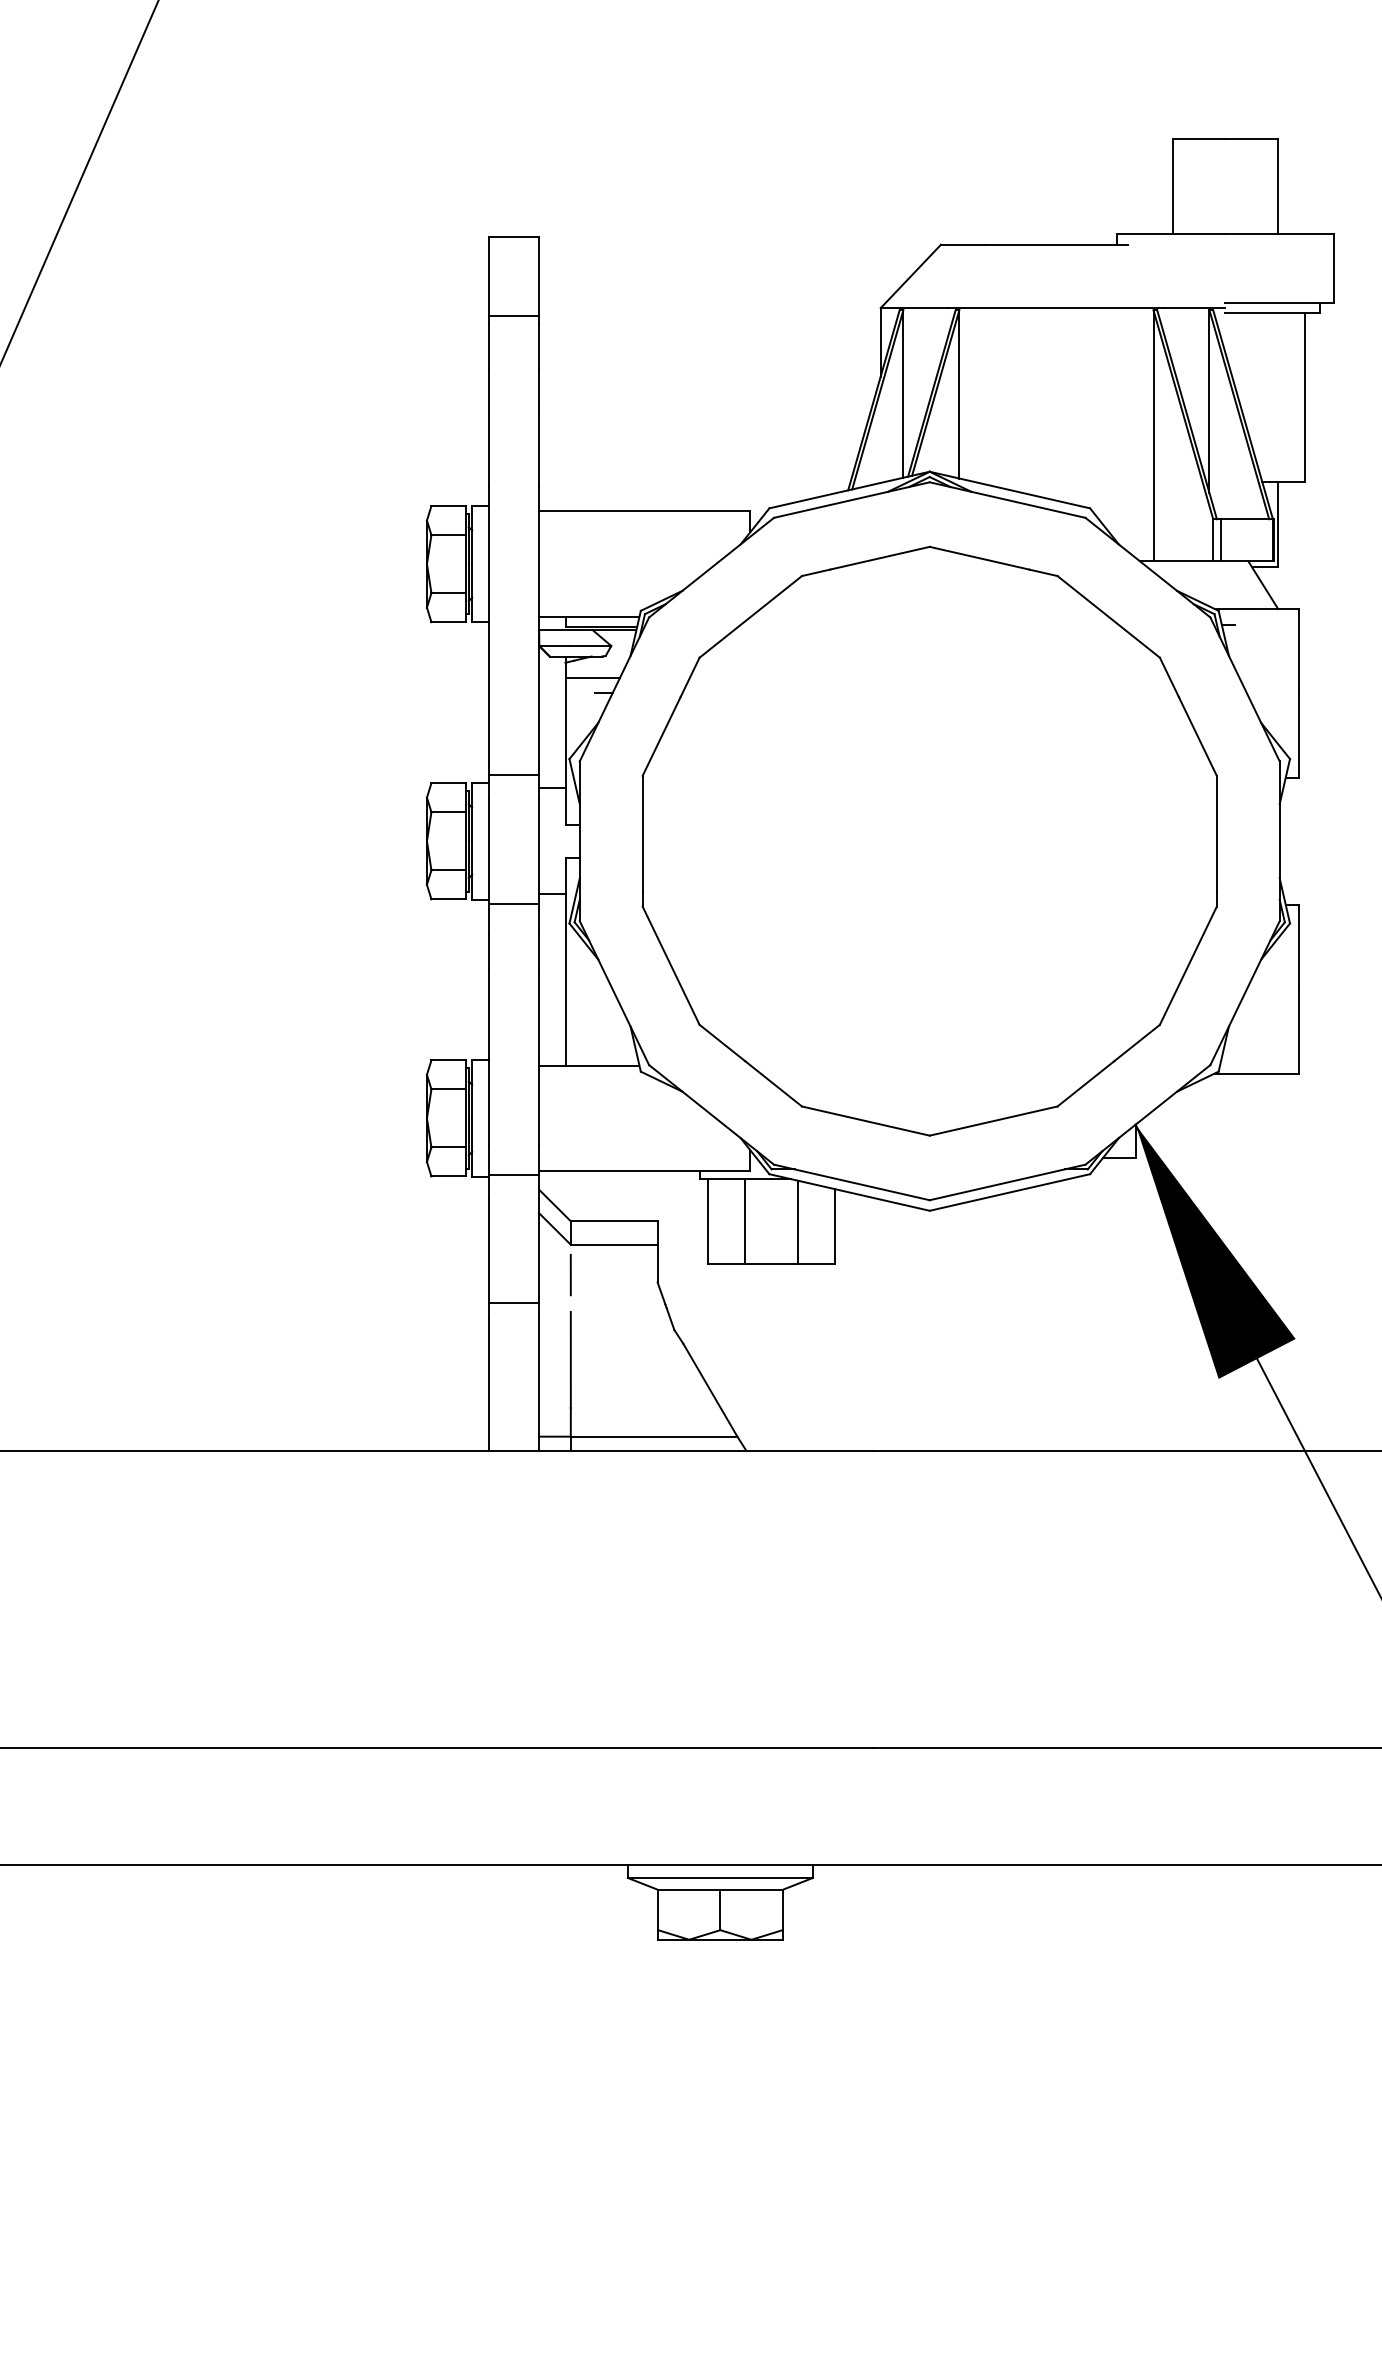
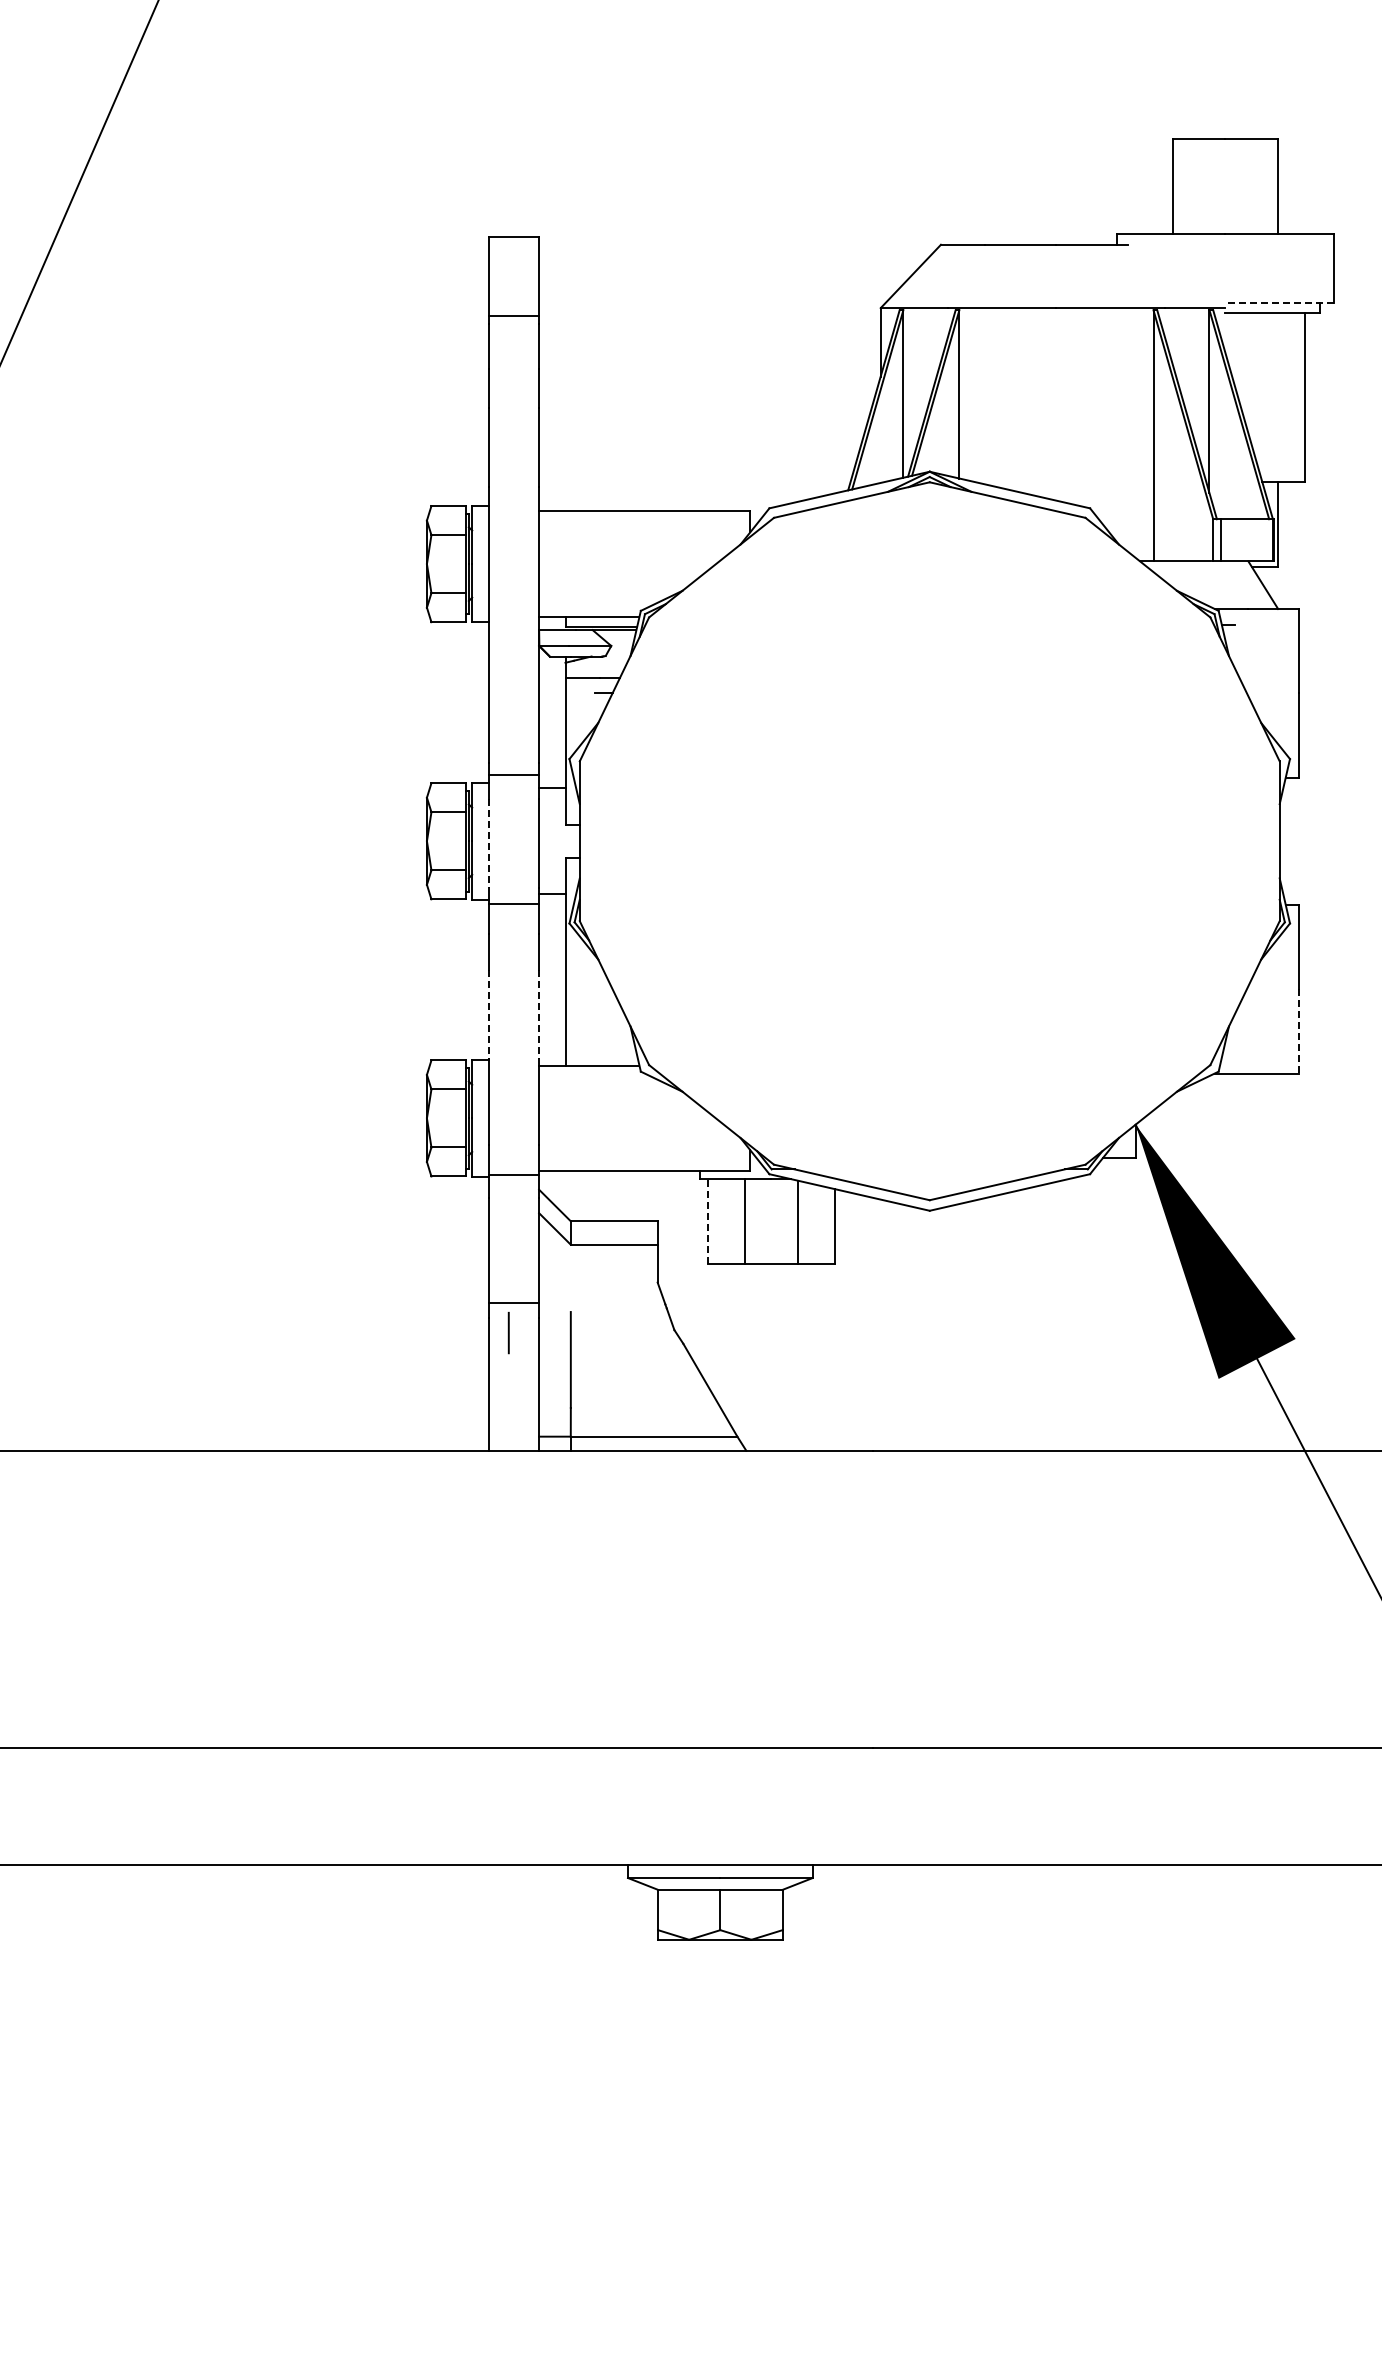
line at (1278, 302): solid -> dashed
part at (929, 840): present -> none
line at (488, 843): solid -> dashed
line at (488, 1014): solid -> dashed
line at (539, 1014): solid -> dashed
line at (1299, 1031): solid -> dashed
line at (708, 1220): solid -> dashed
line at (570, 1275) position: (570, 1275) -> (508, 1333)
